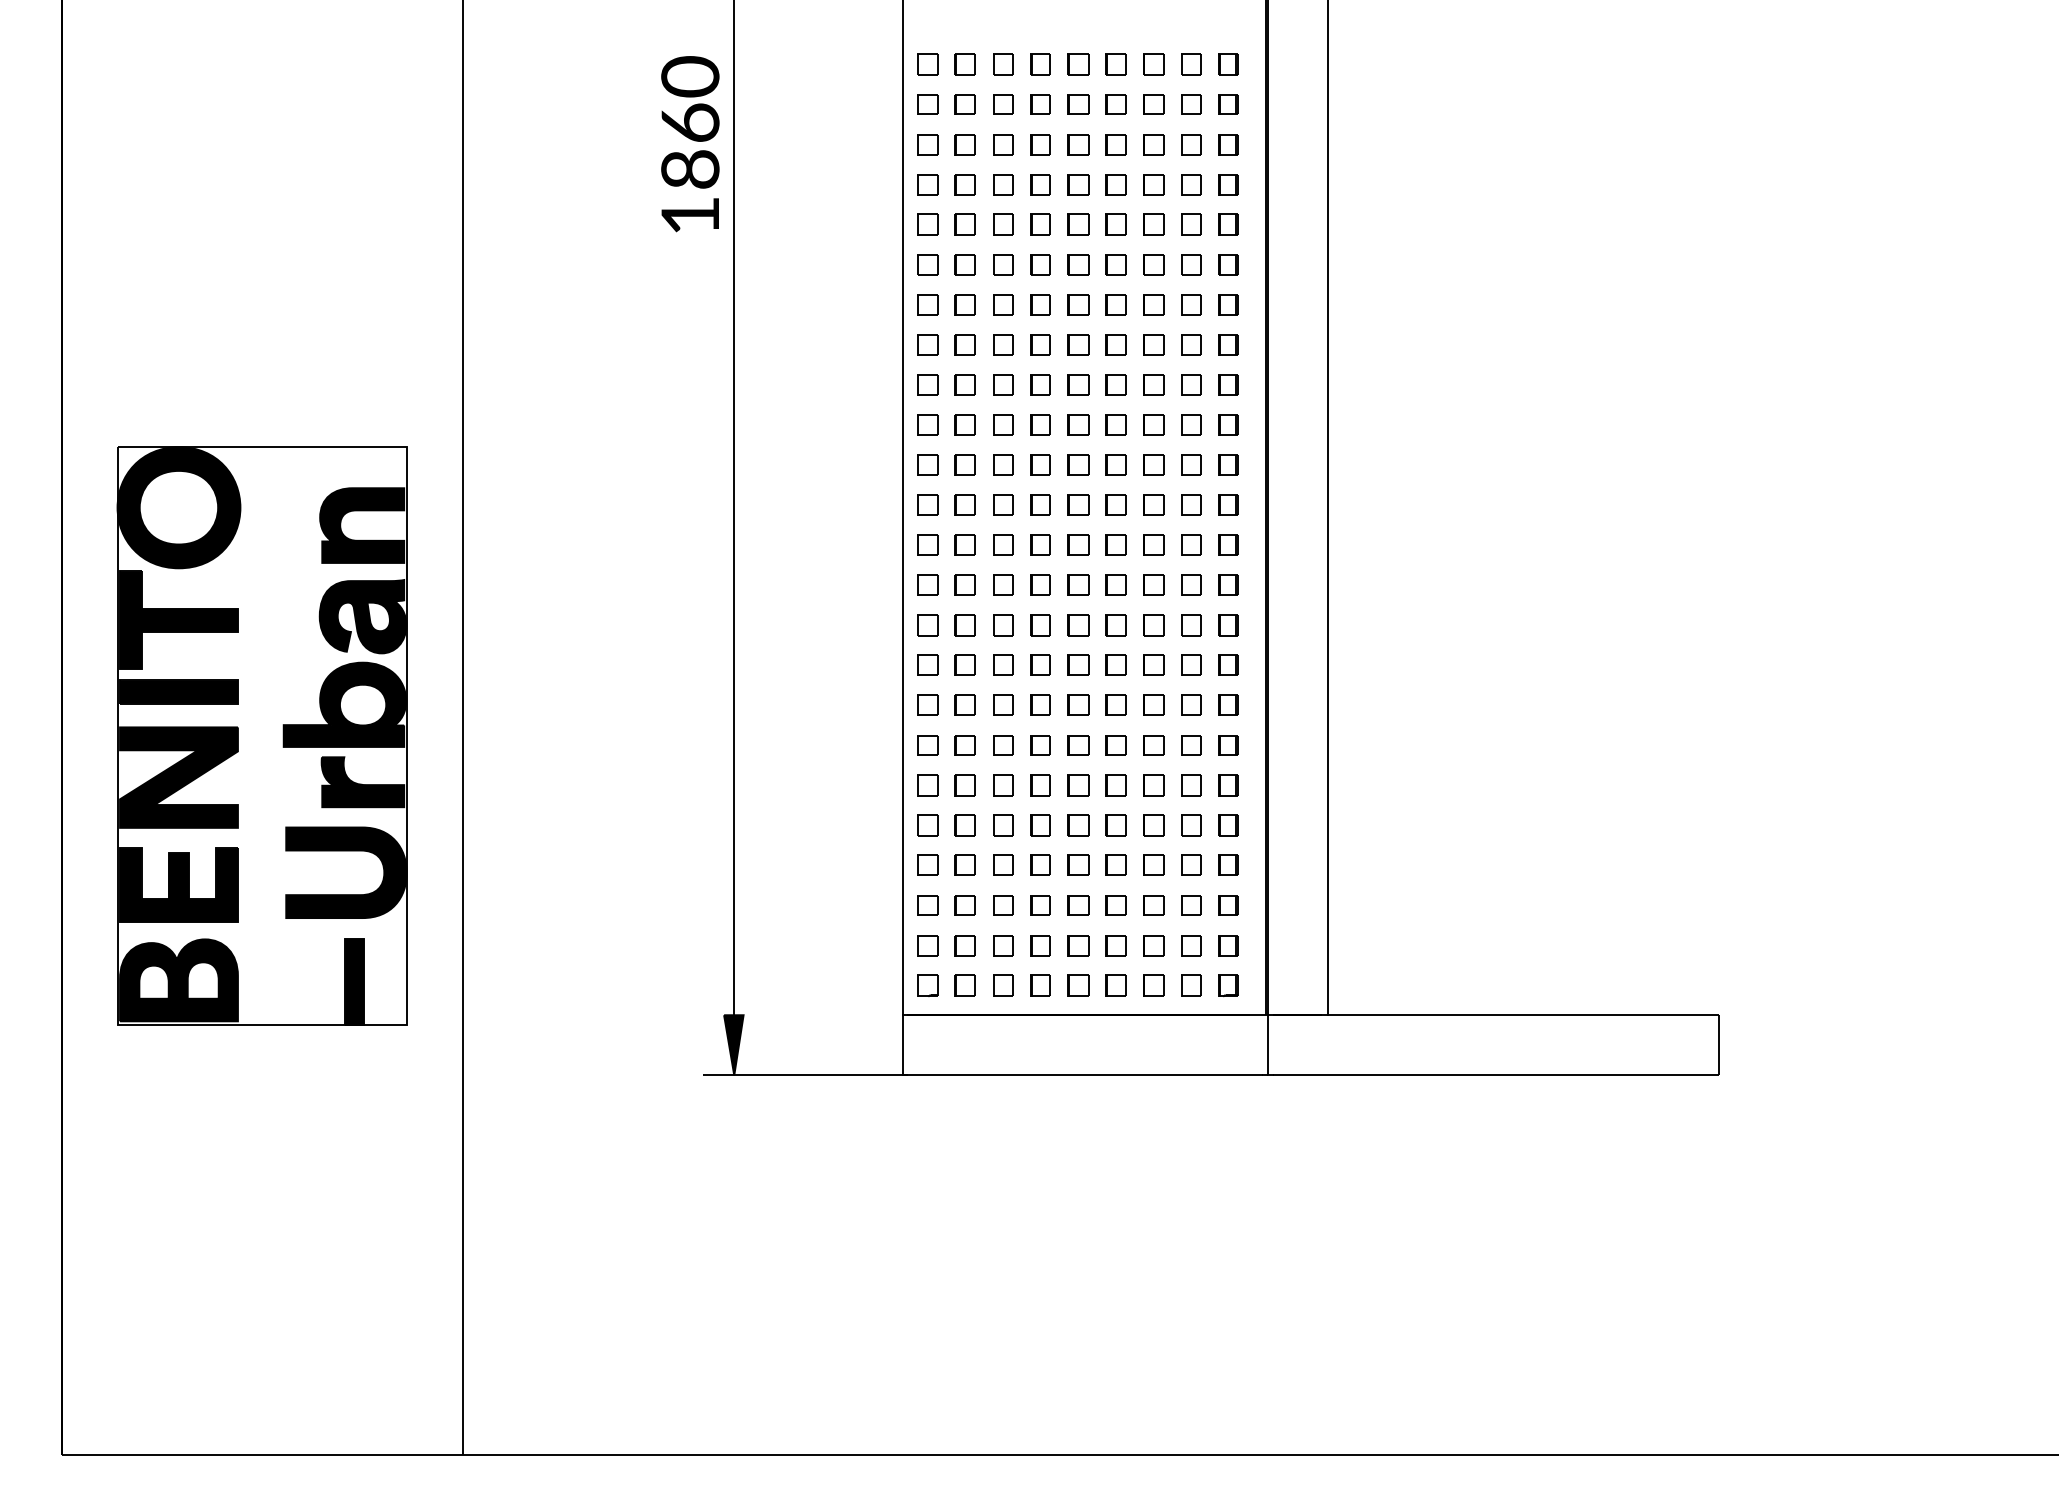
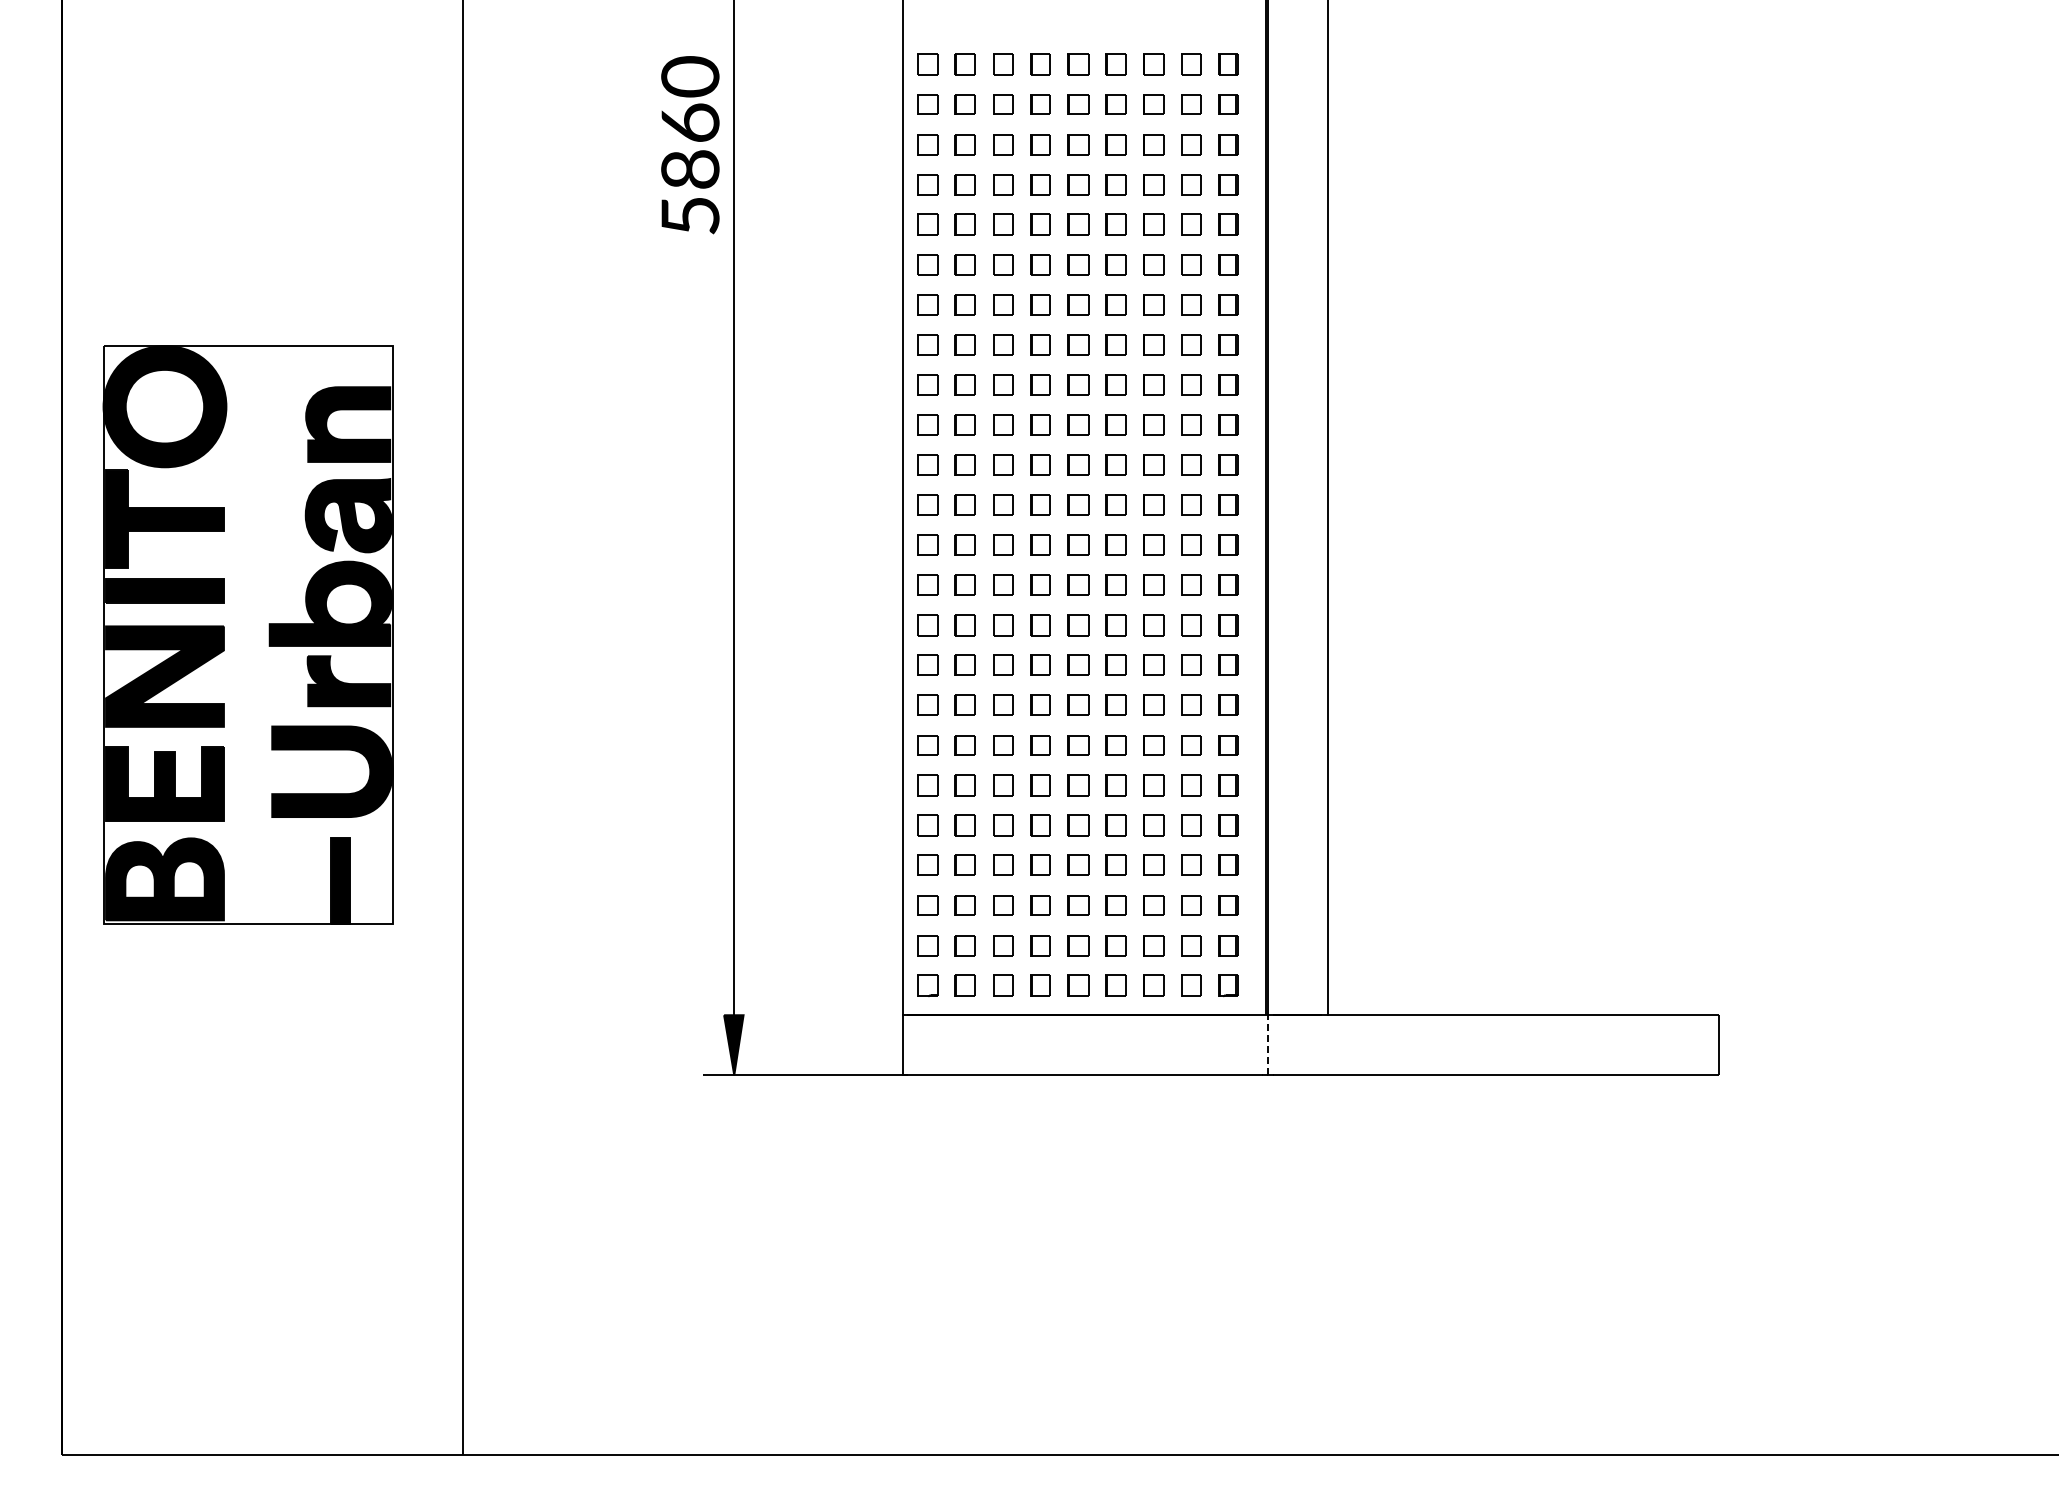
text at (690, 216): 1860 -> 5860
part at (261, 735) position: (261, 735) -> (247, 634)
line at (1268, 1044): solid -> dashed
